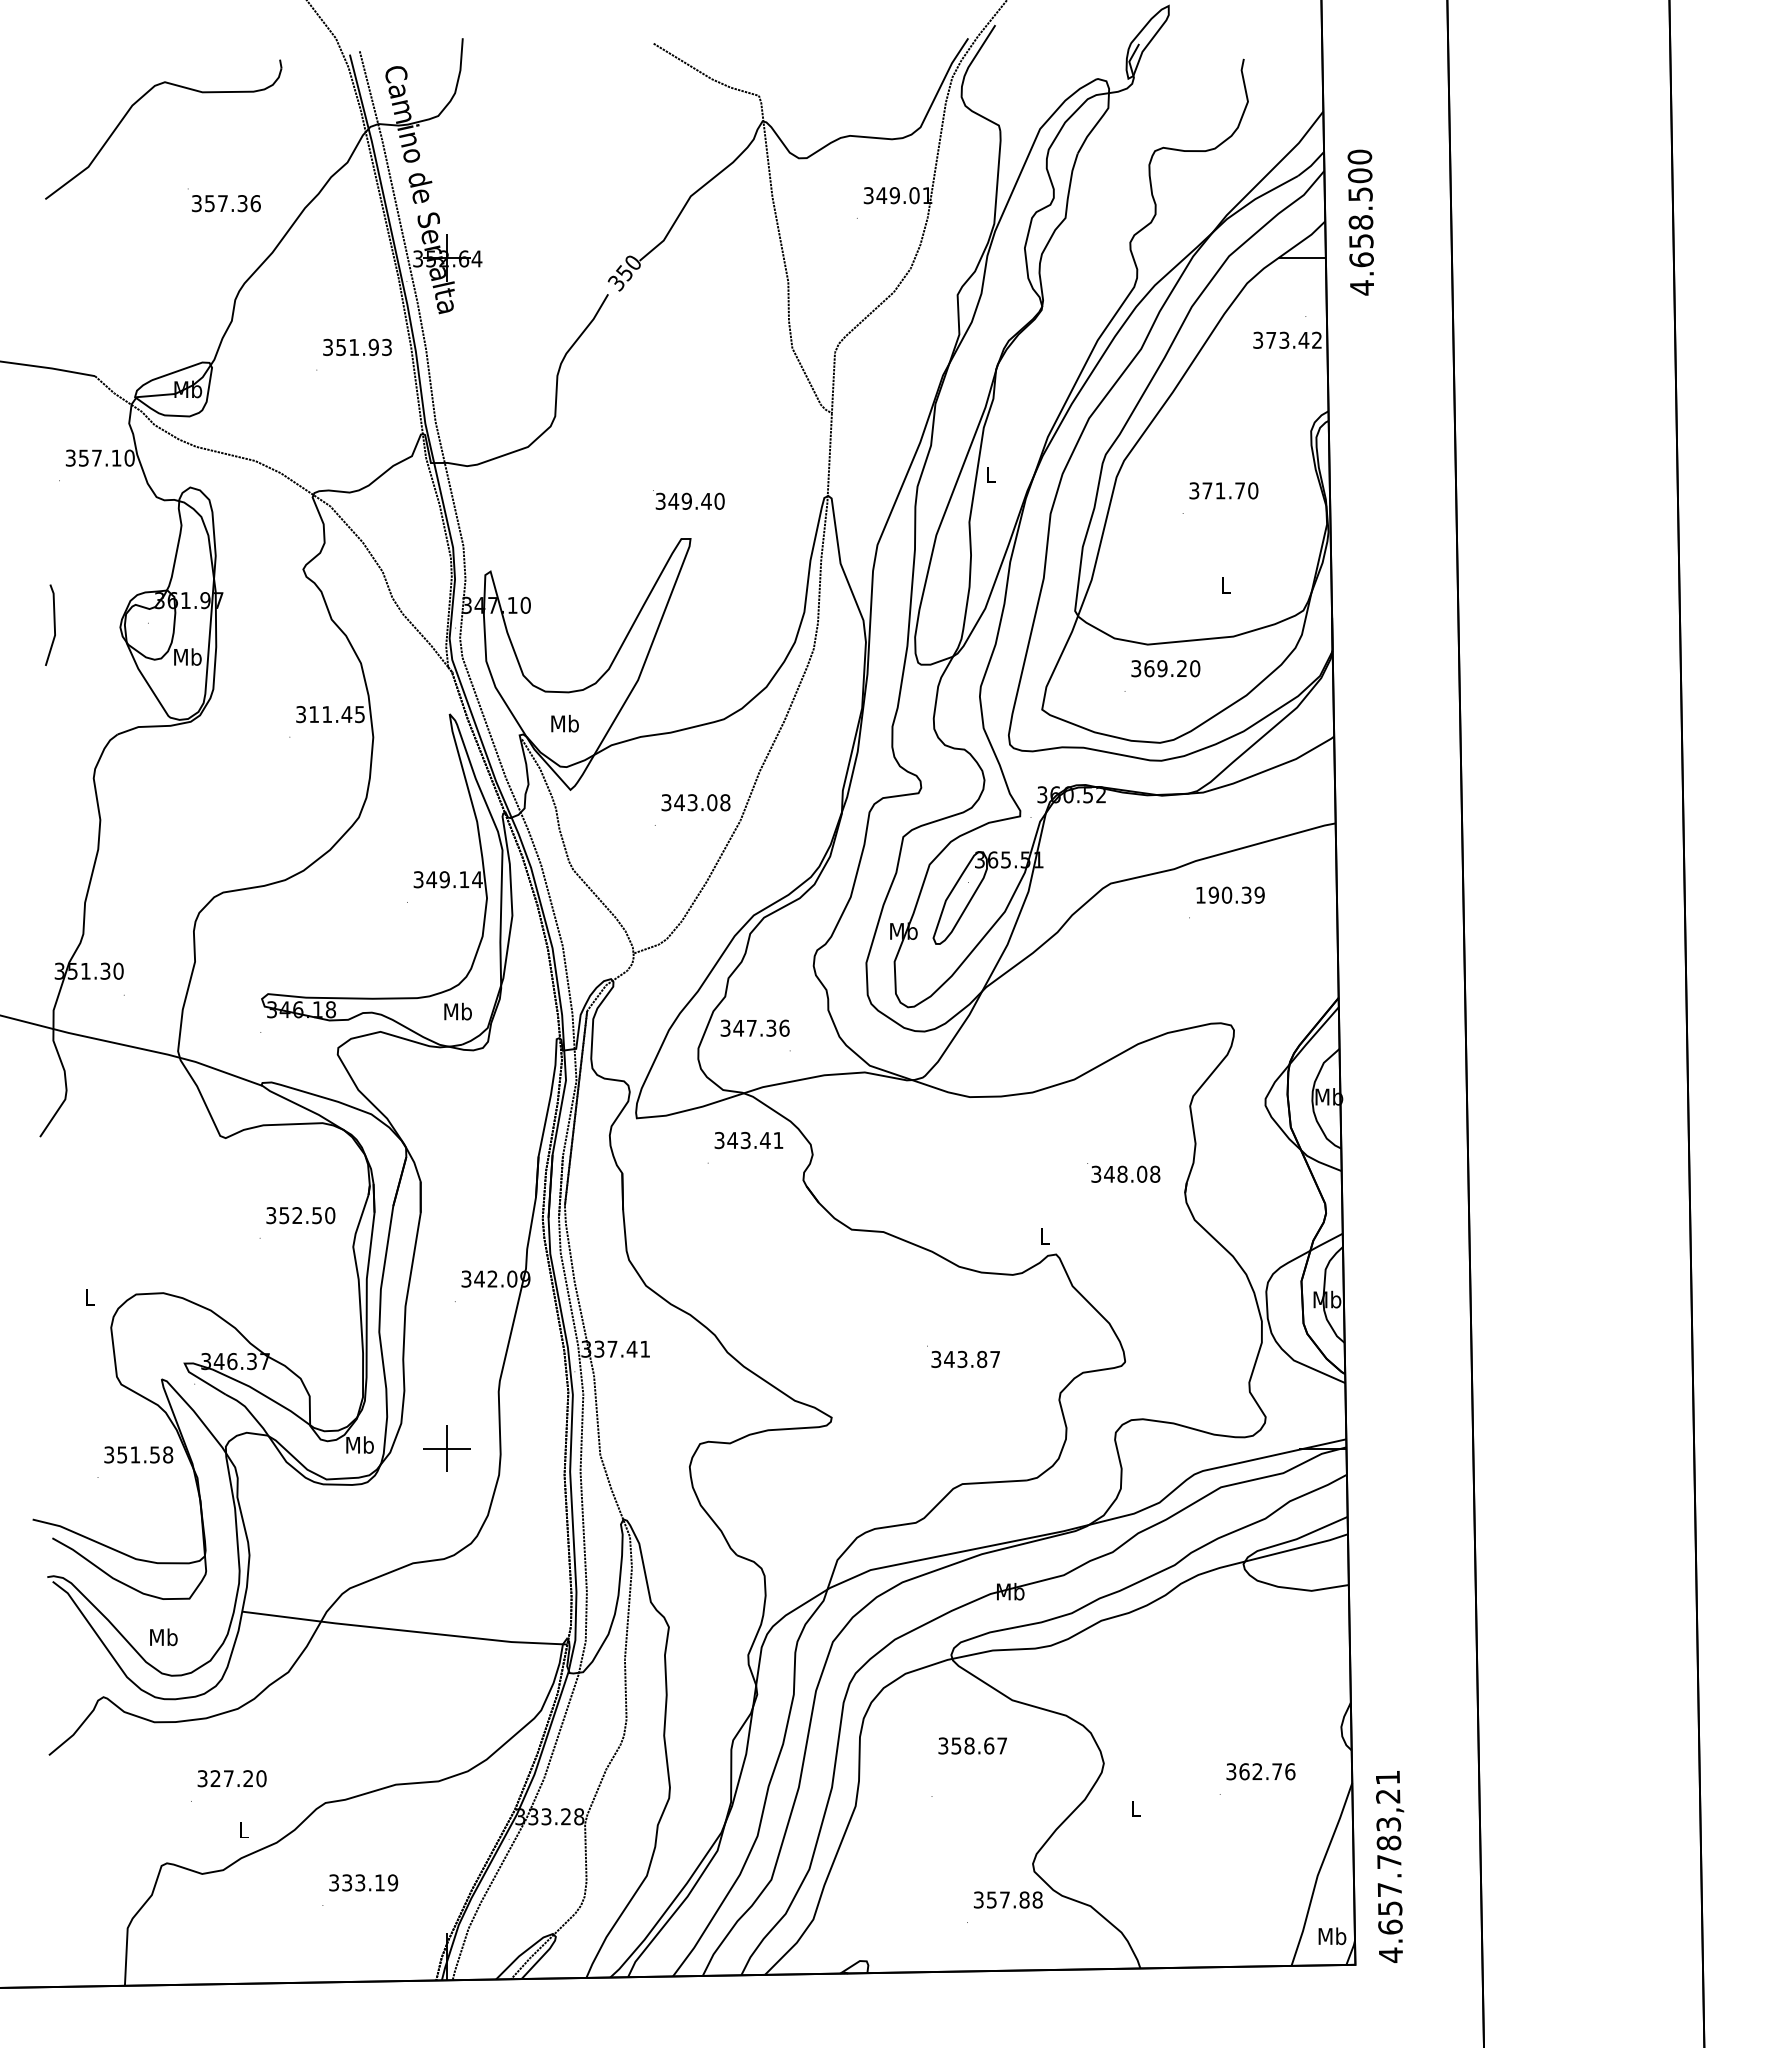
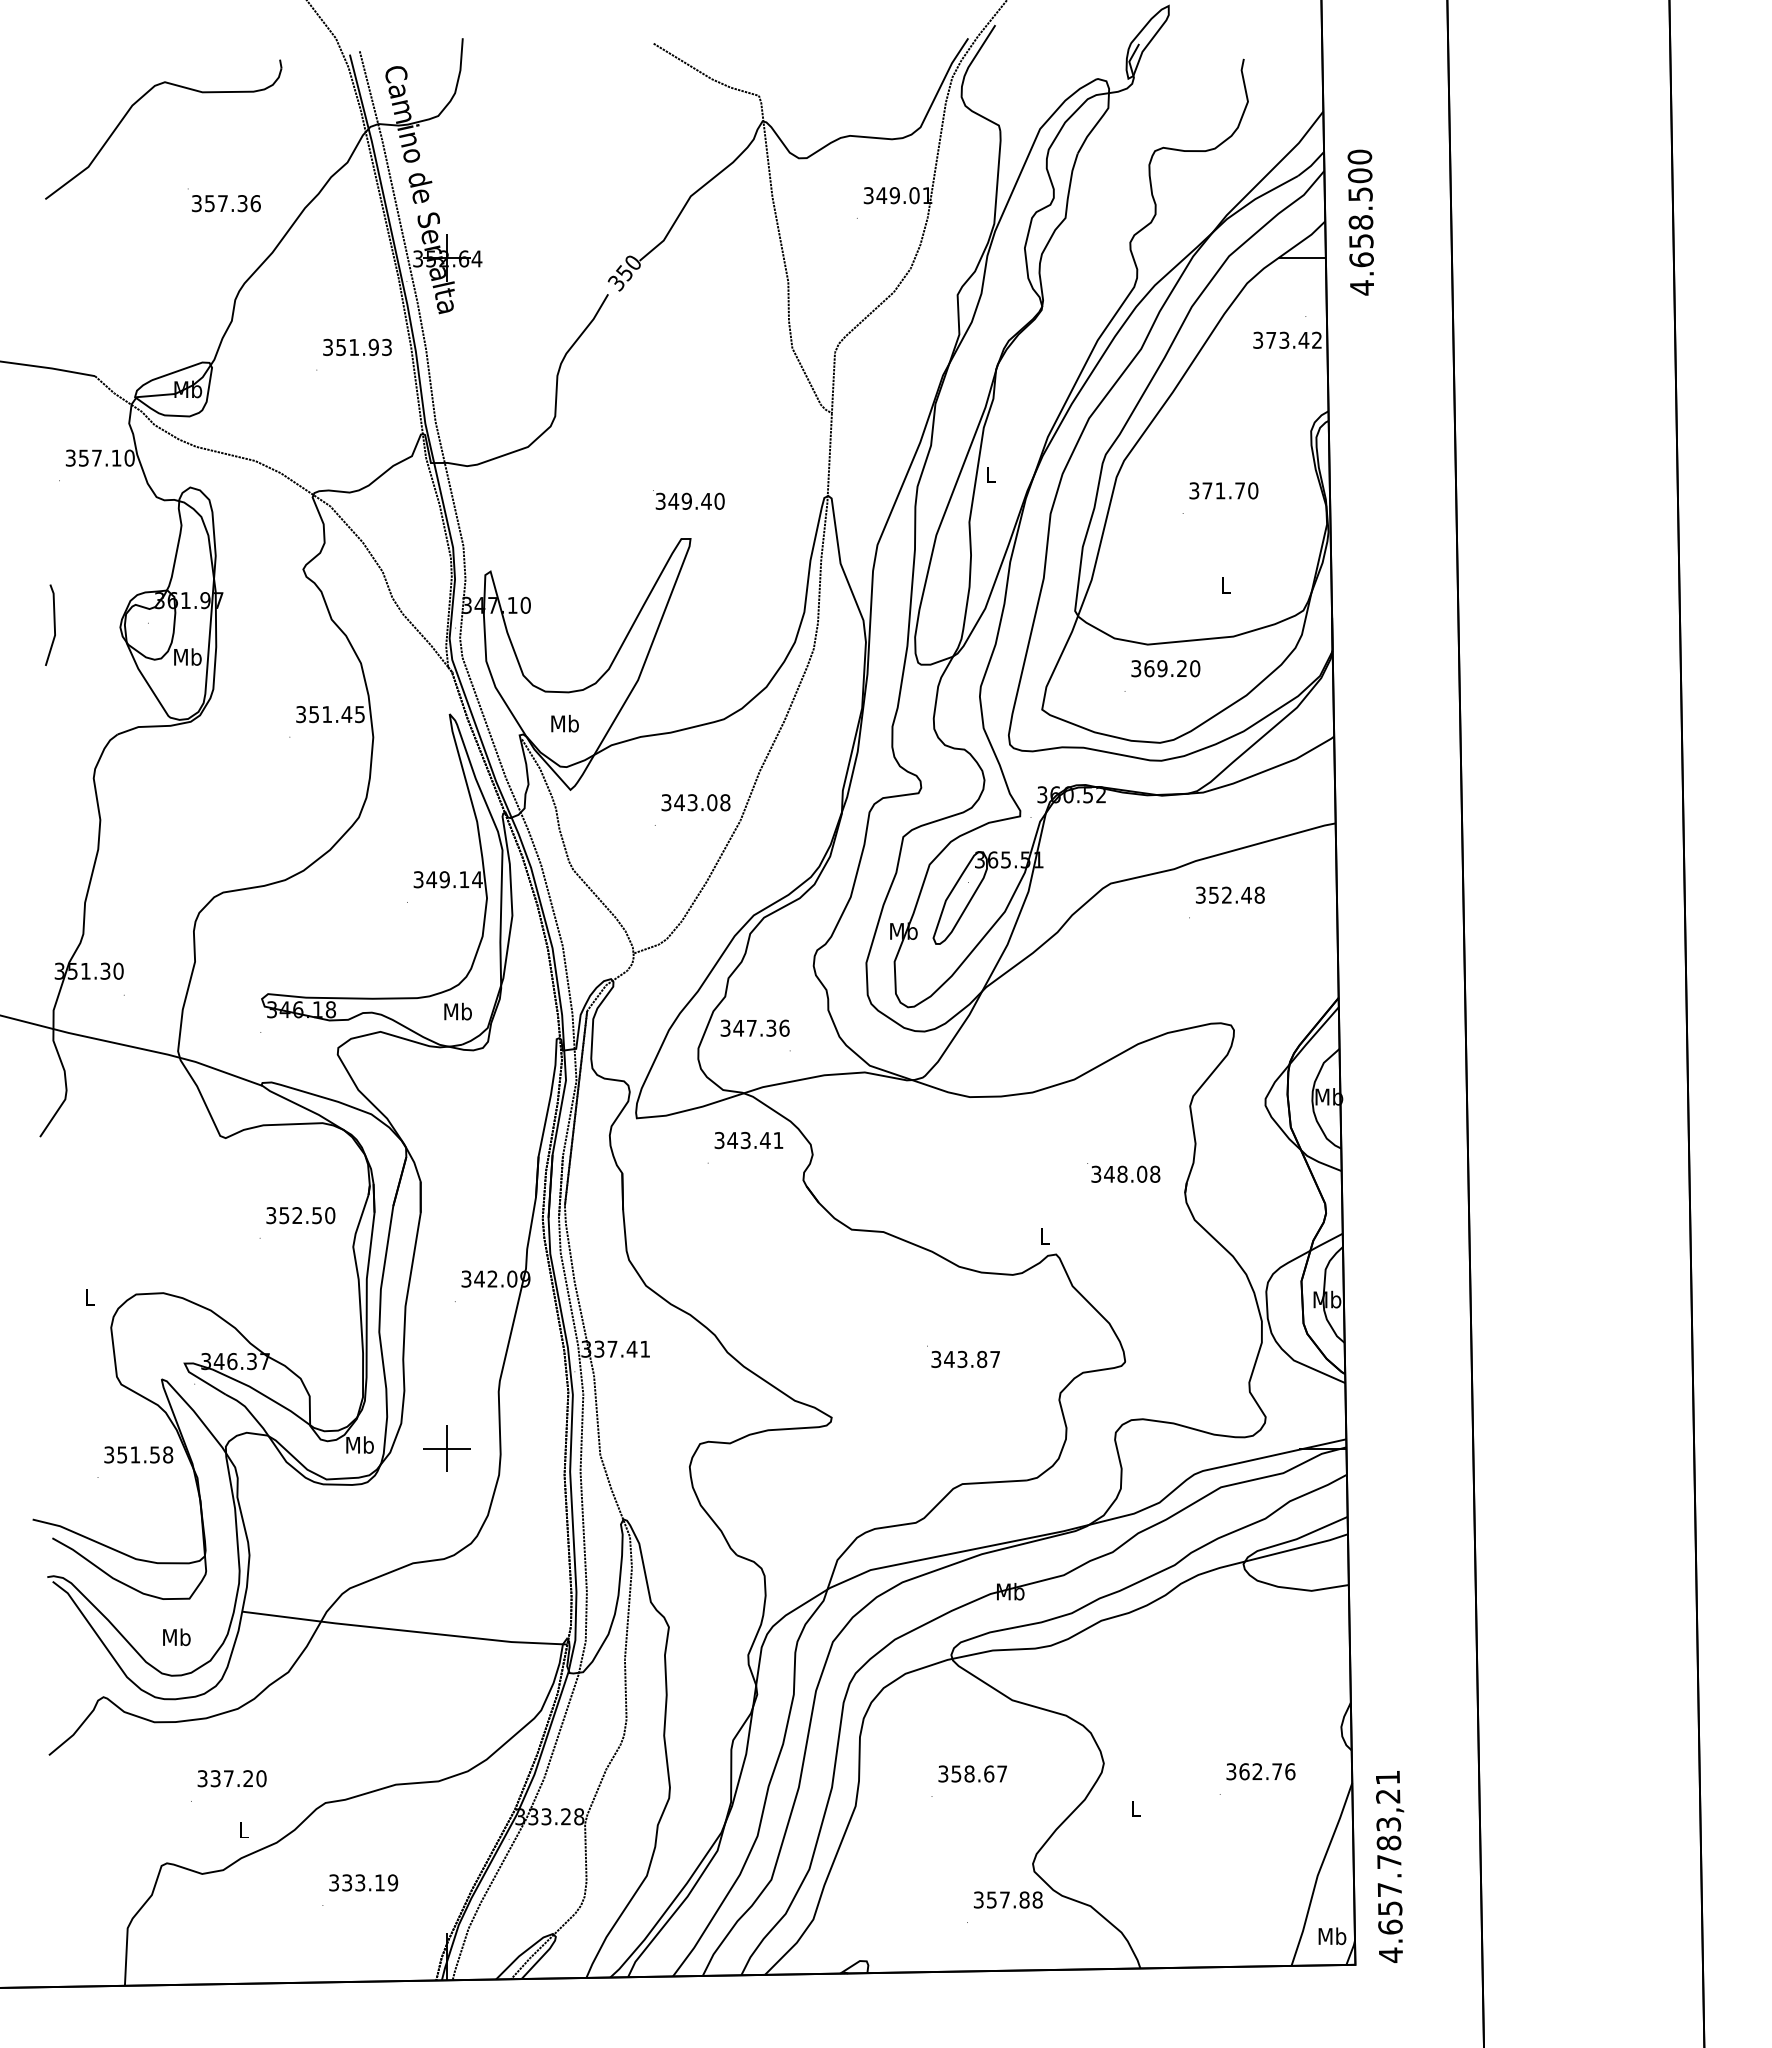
text at (313, 714): 311.45 -> 351.45
text at (1230, 894): 190.39 -> 352.48
text at (163, 1637) position: (163, 1637) -> (176, 1637)
text at (972, 1745) position: (972, 1745) -> (972, 1773)
text at (215, 1778): 327.20 -> 337.20
